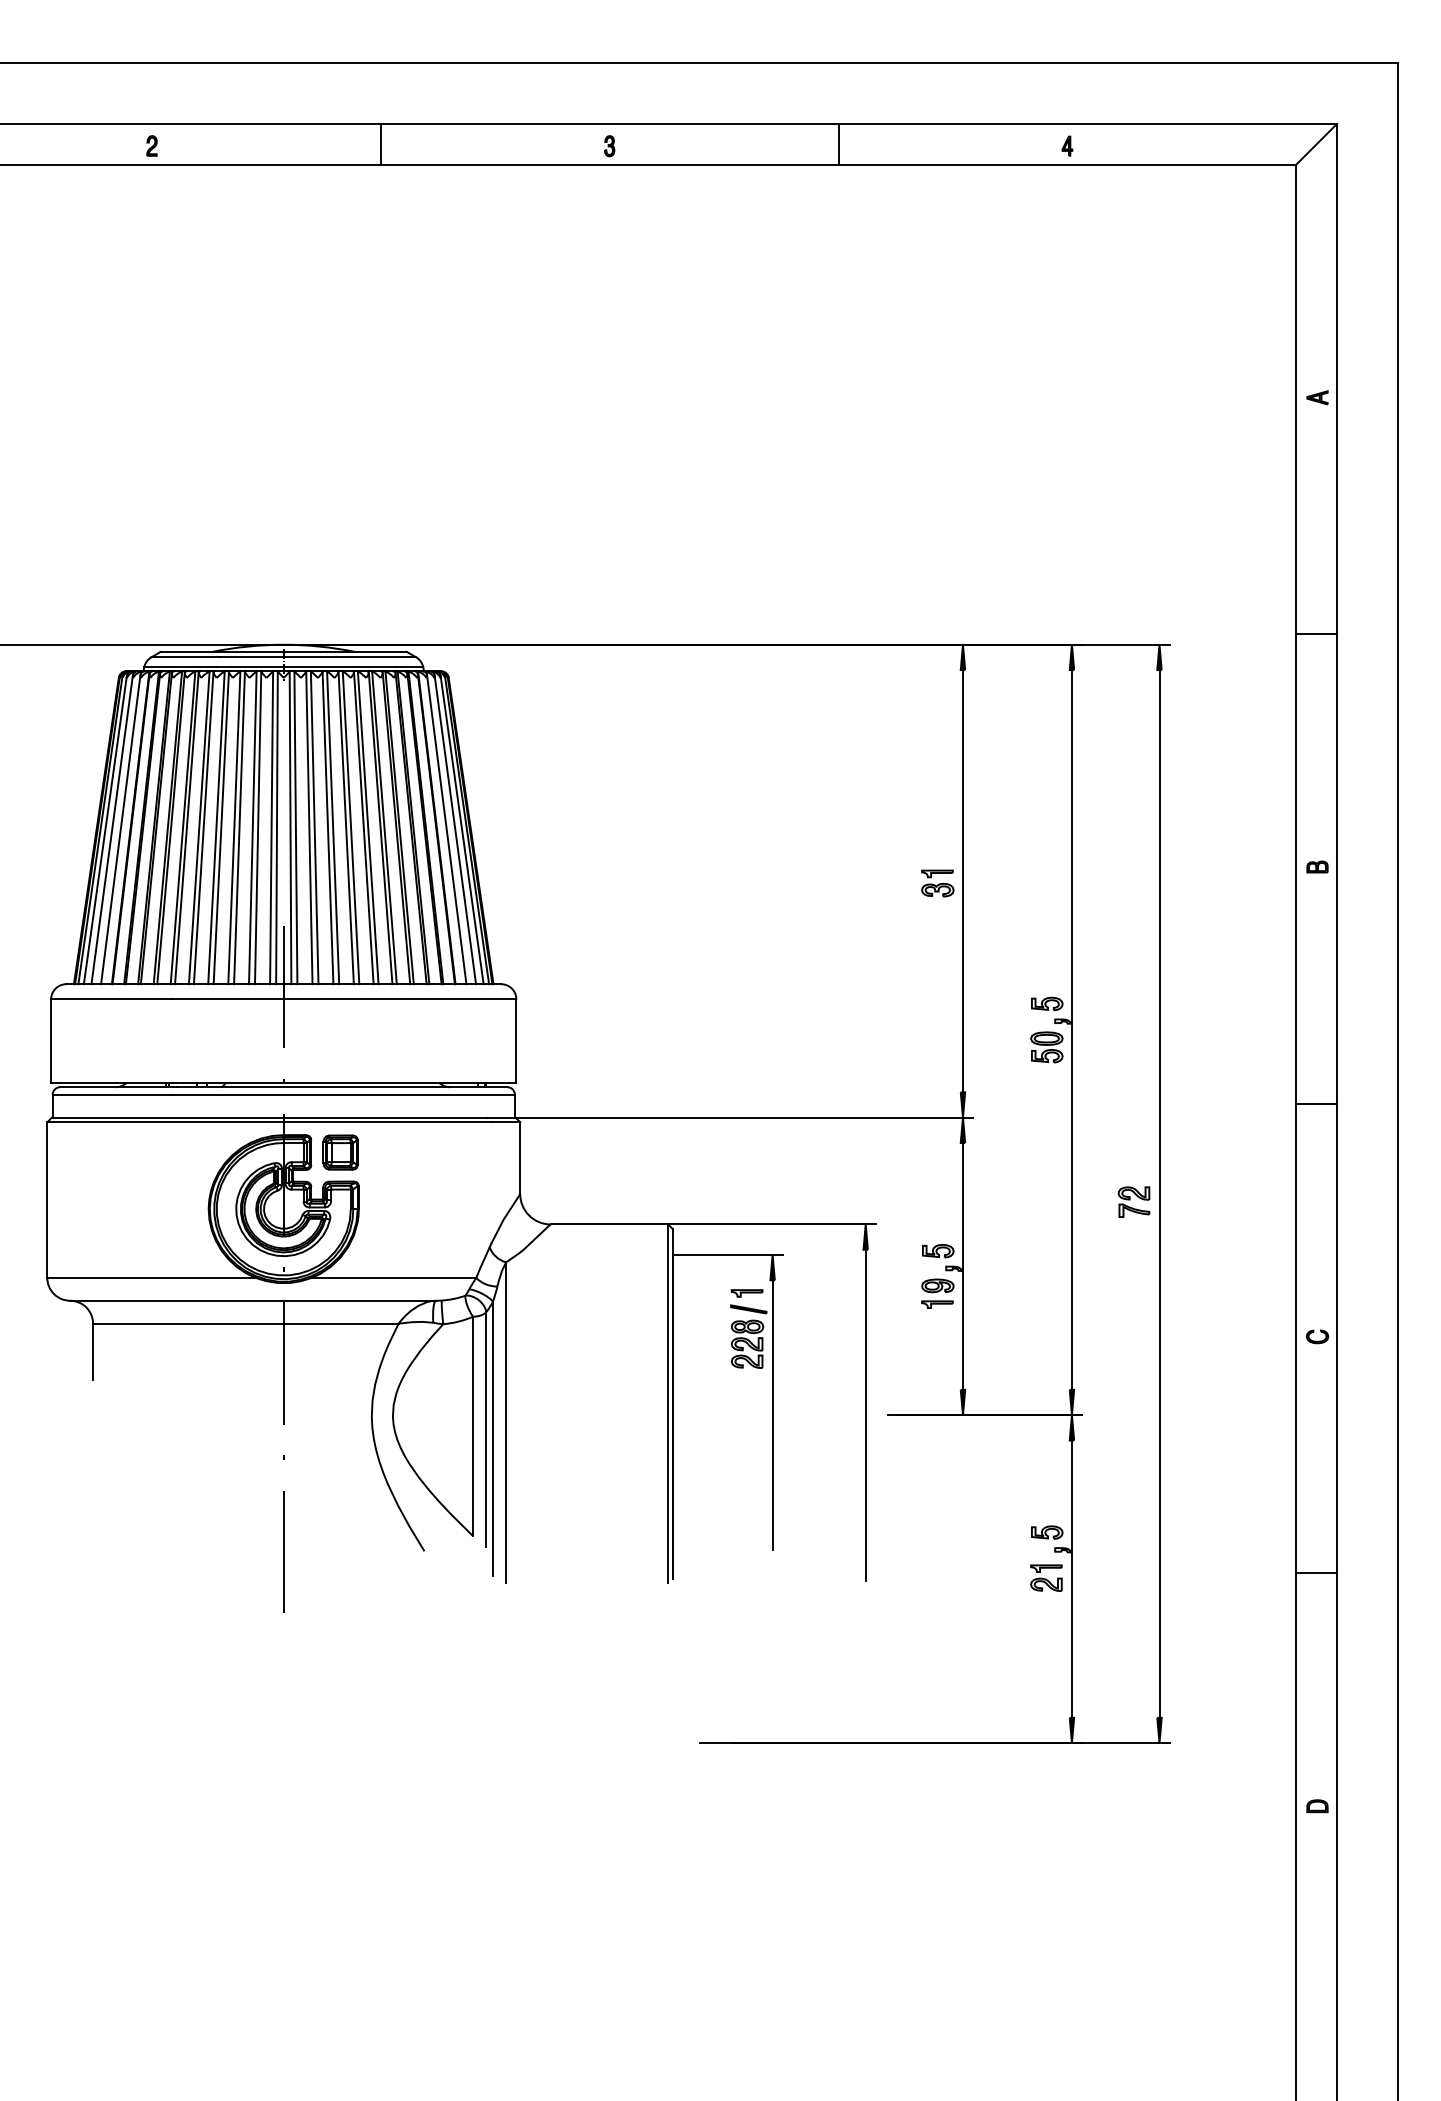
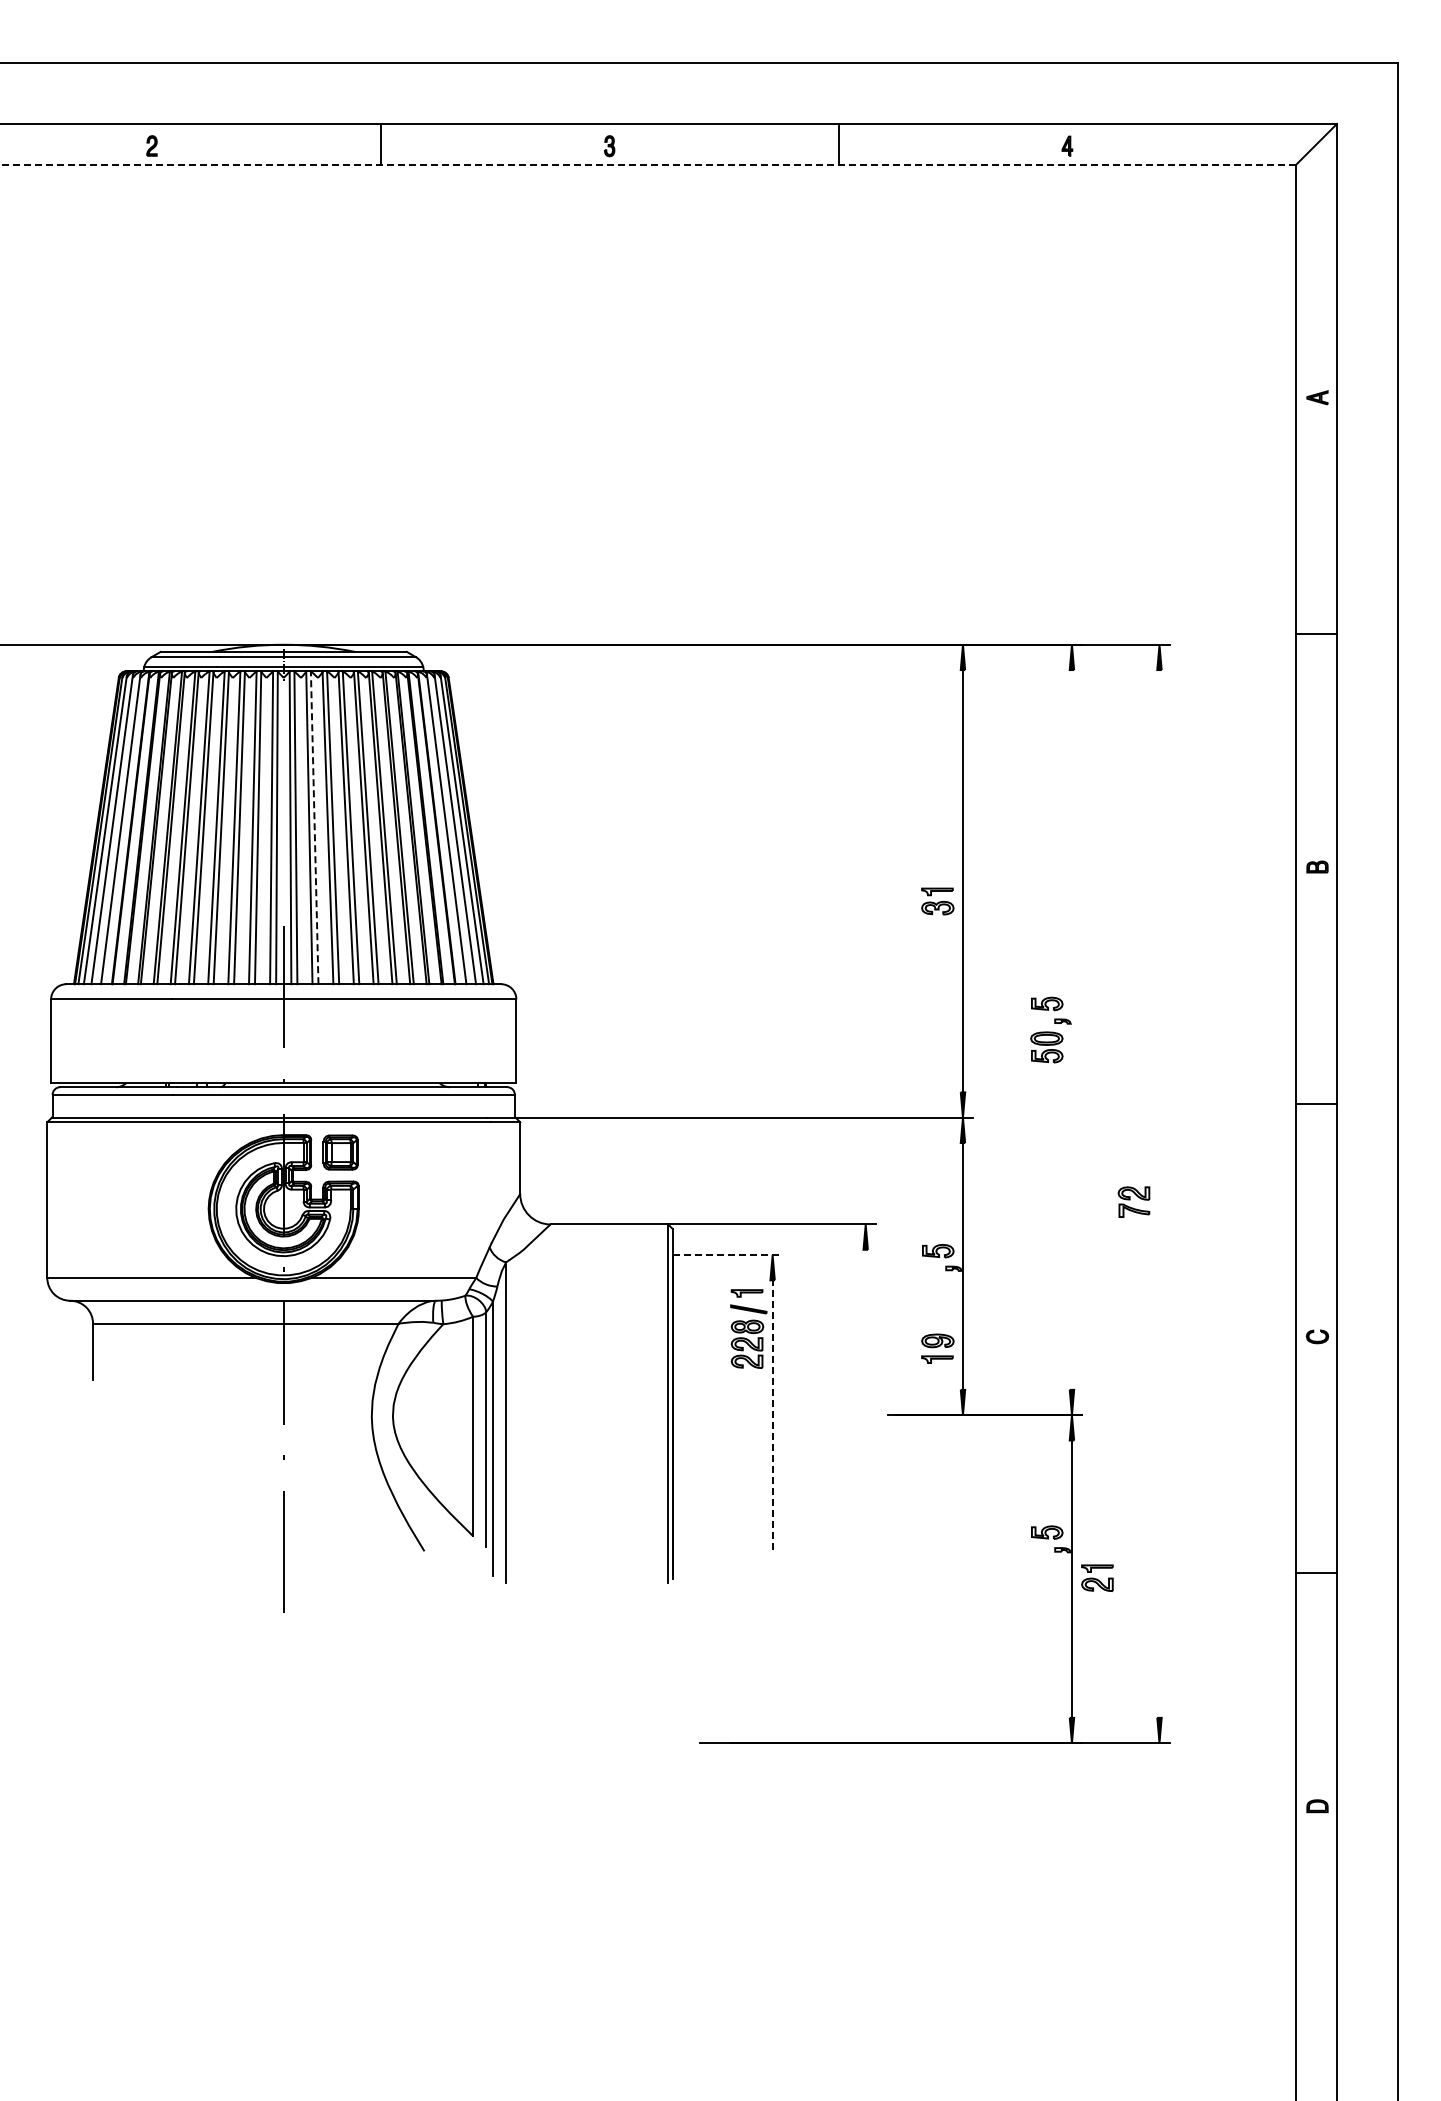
line at (648, 164): solid -> dashed
line at (314, 827): solid -> dashed
part at (937, 883) position: (937, 883) -> (937, 901)
line at (1071, 1029): present -> none
line at (1159, 1193): present -> none
line at (728, 1254): solid -> dashed
part at (937, 1293) position: (937, 1293) -> (937, 1348)
line at (865, 1414): present -> none
line at (772, 1415): solid -> dashed
part at (1046, 1577) position: (1046, 1577) -> (1097, 1577)
